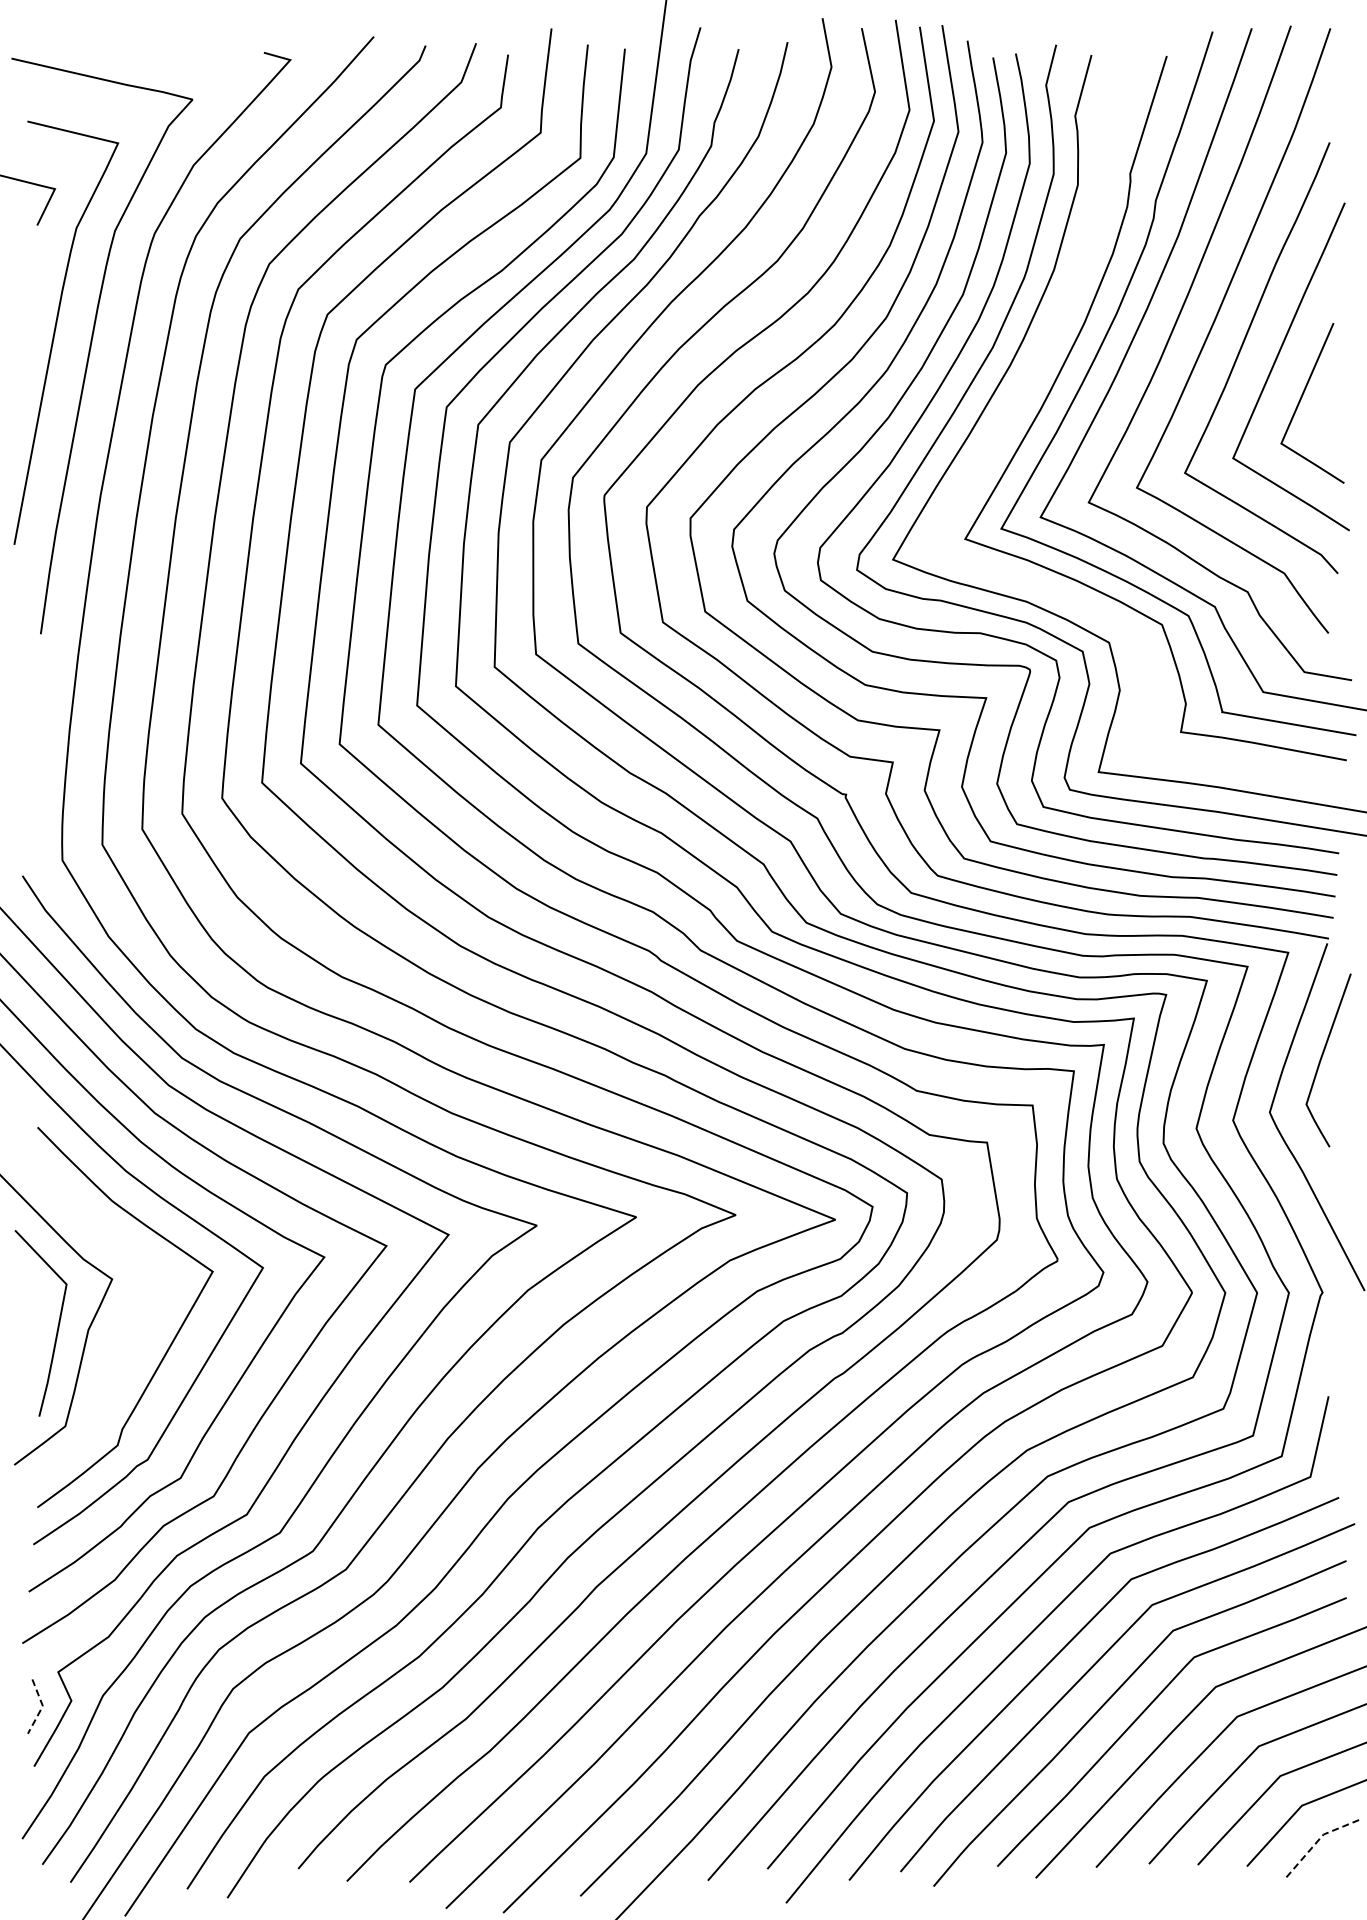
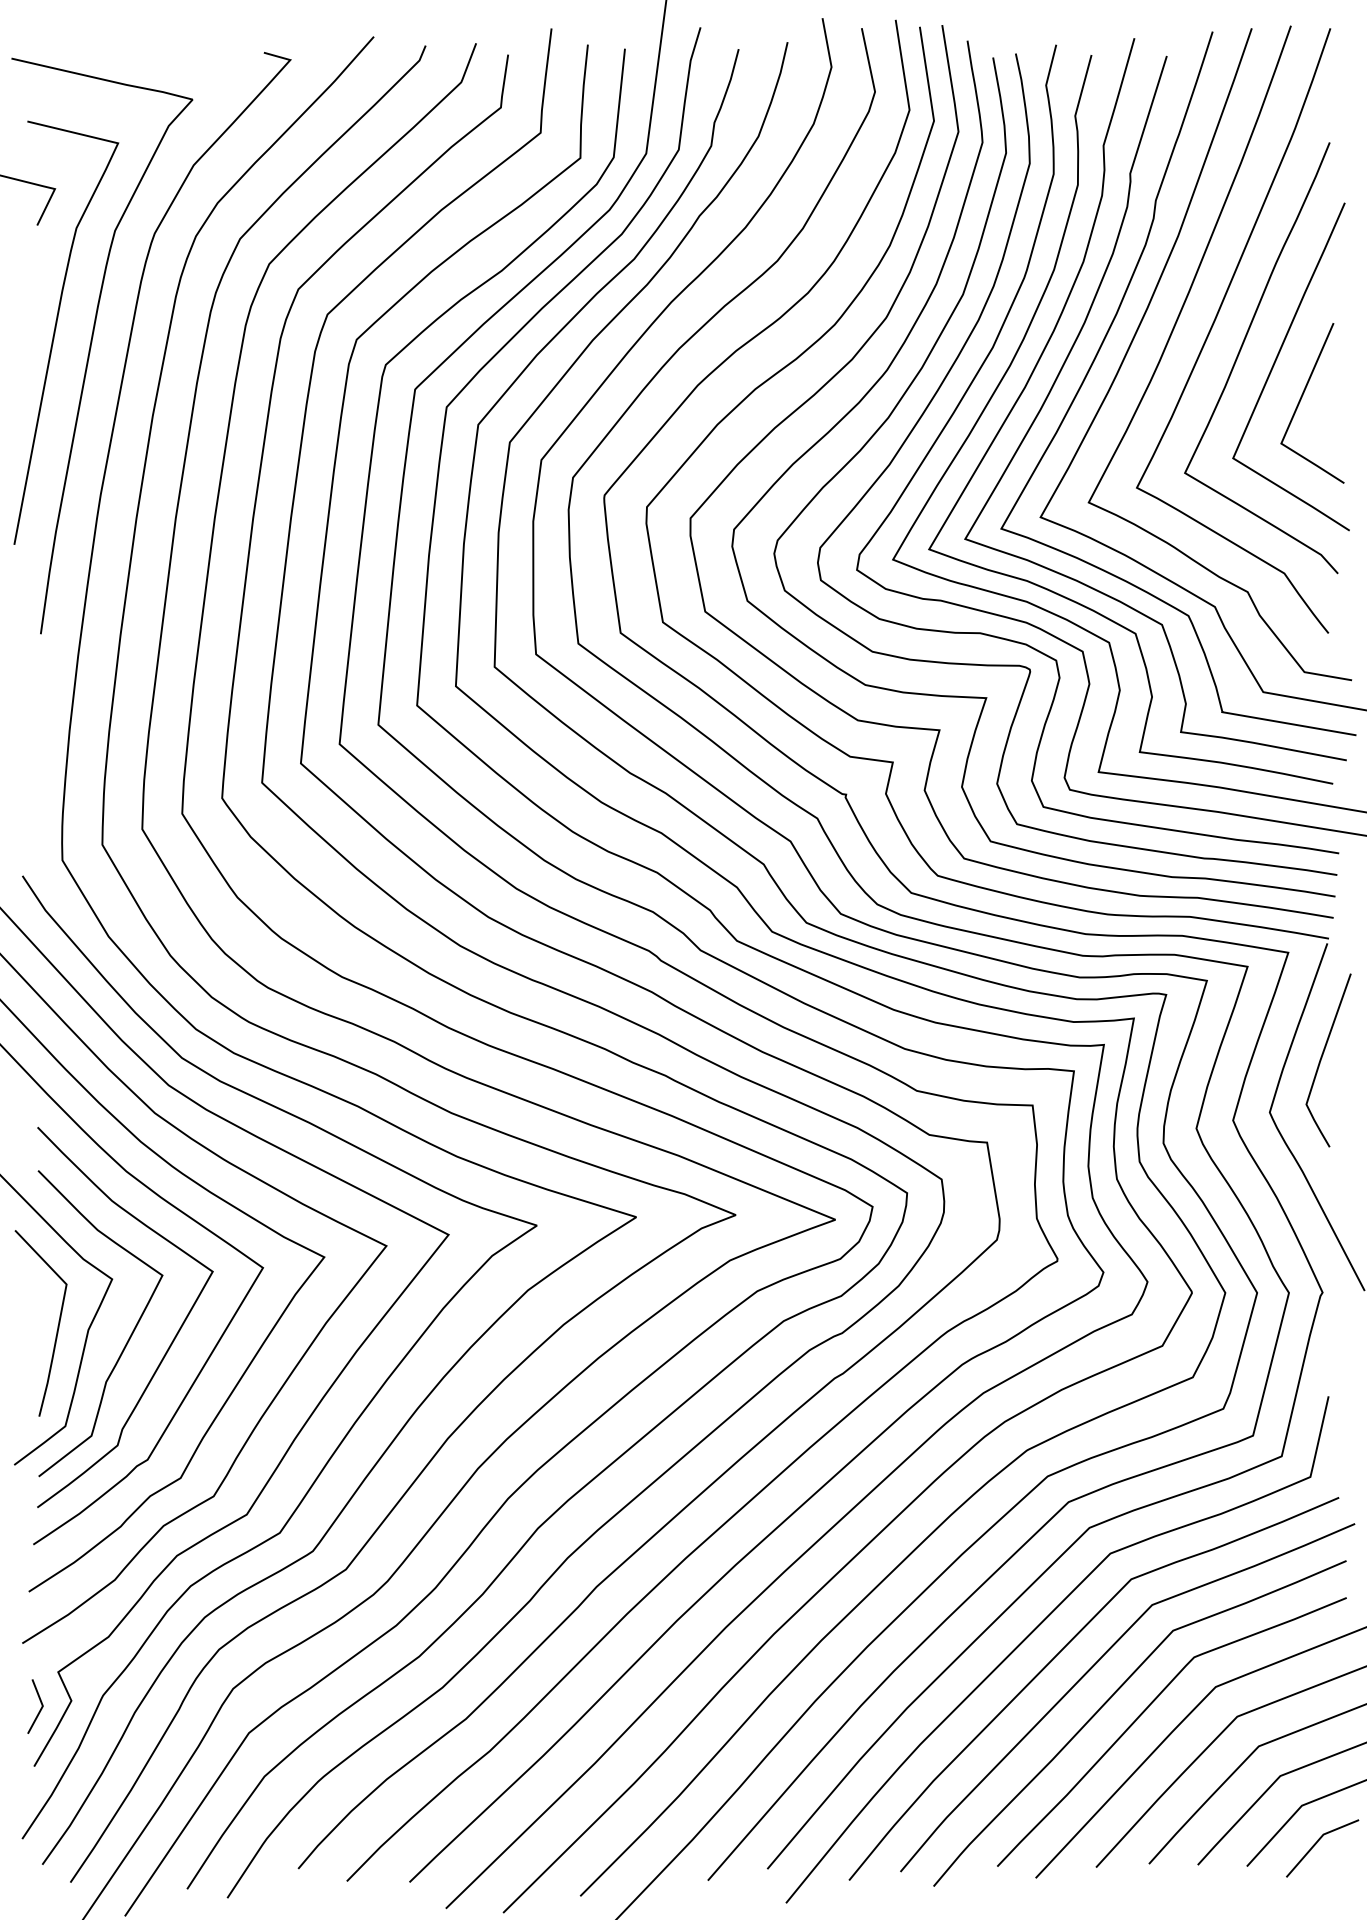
curve at (1037, 365): none -> present
curve at (128, 1338): none -> present
line at (42, 1706): dashed -> solid
line at (1317, 1841): dashed -> solid
